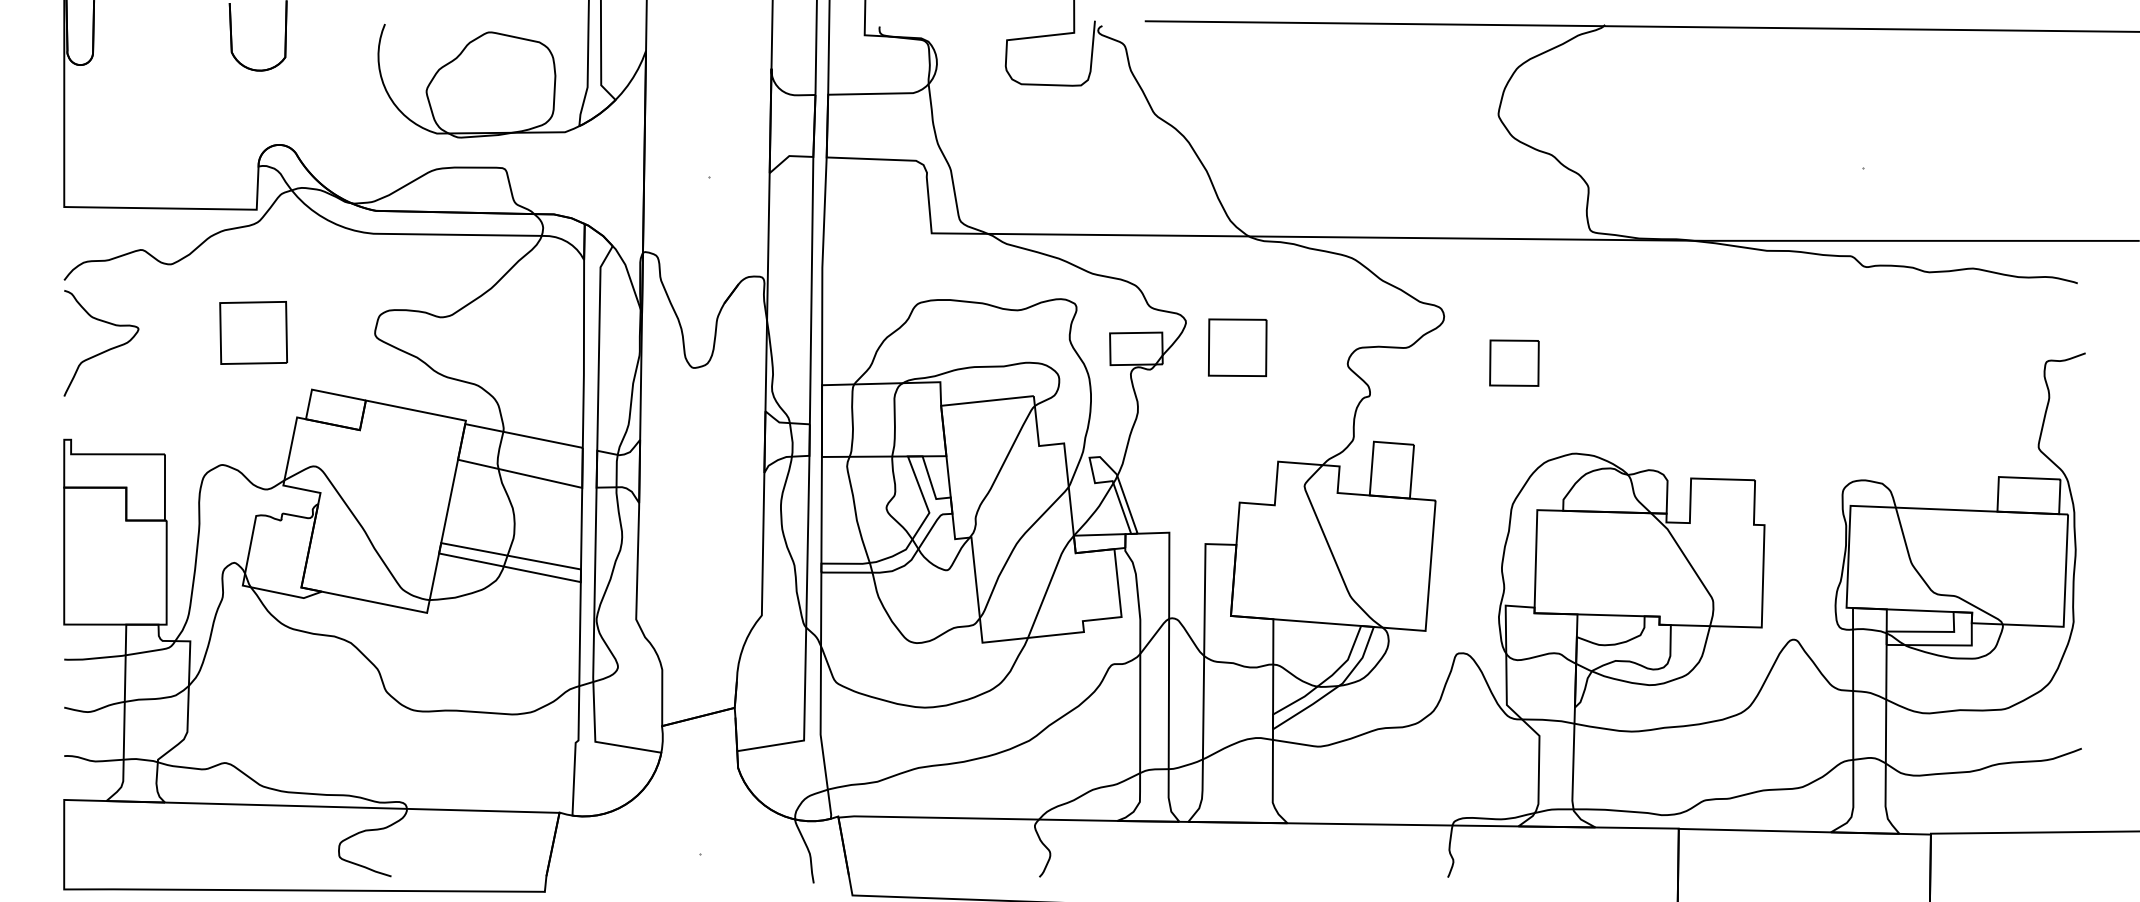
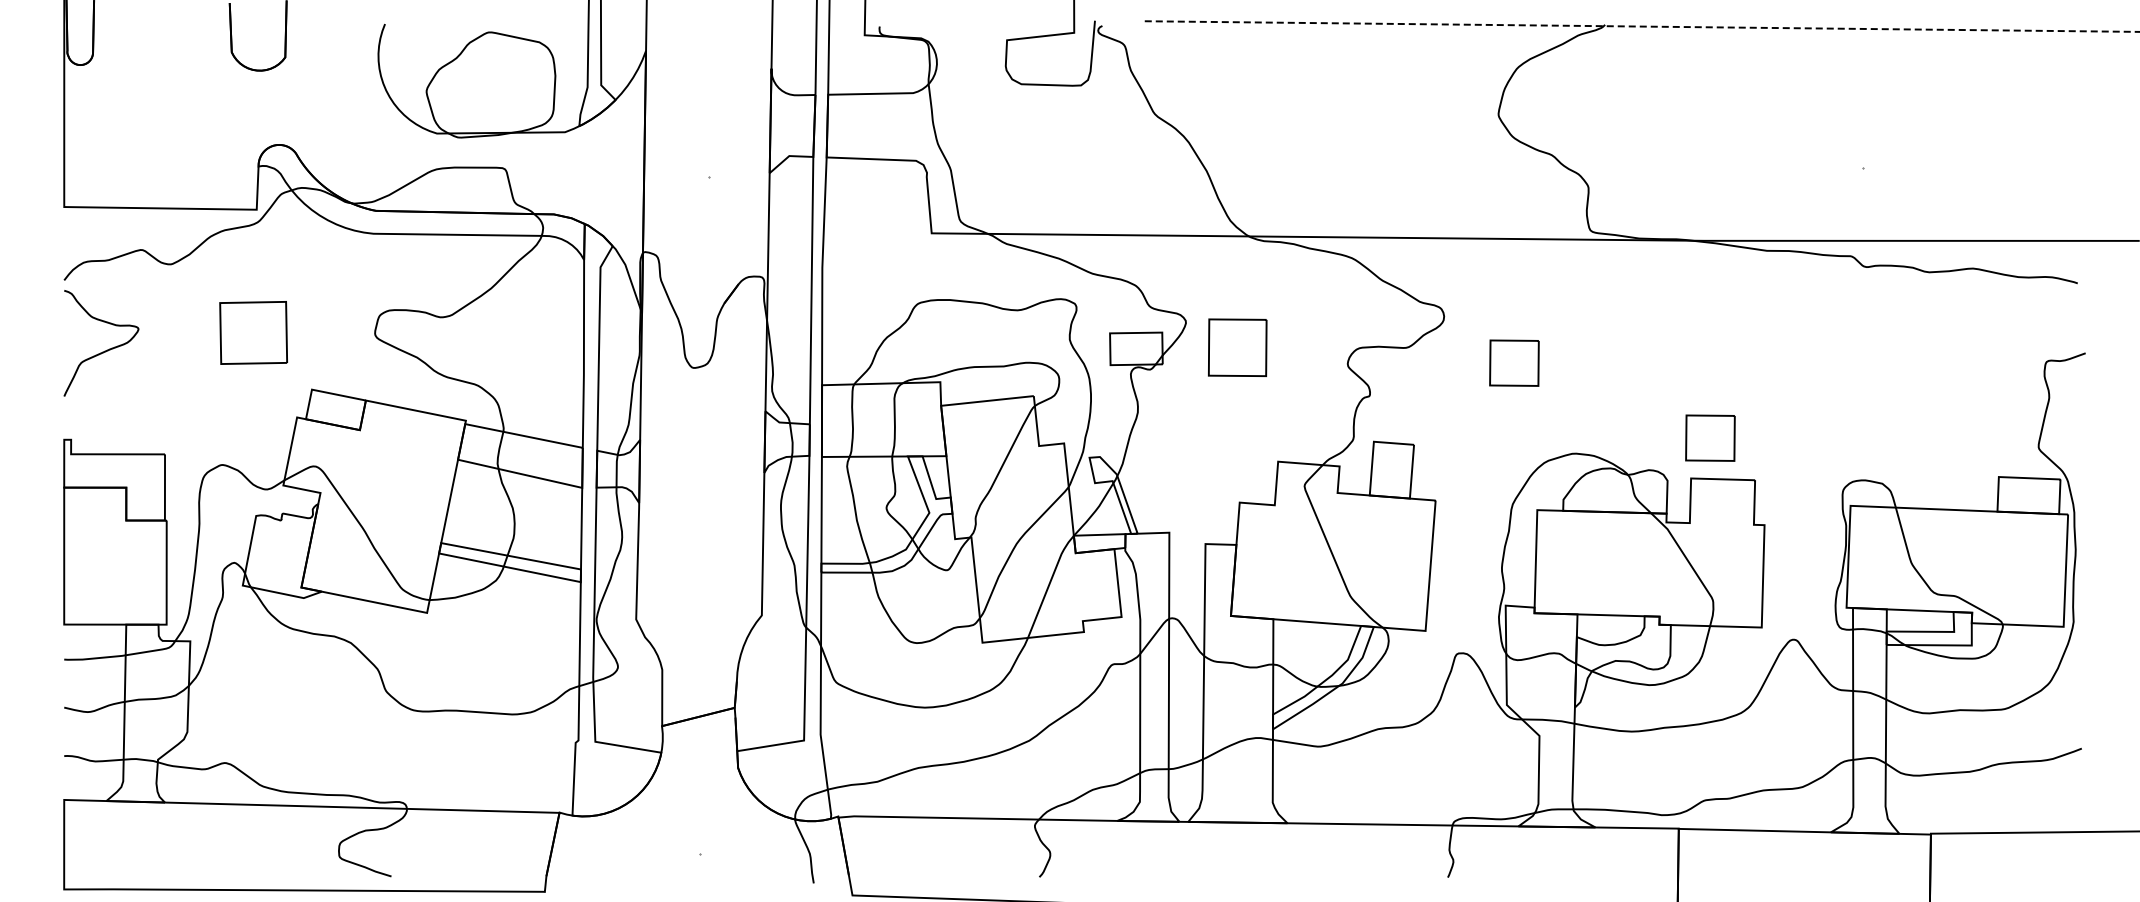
line at (1642, 26): solid -> dashed
part at (1710, 437): none -> present
